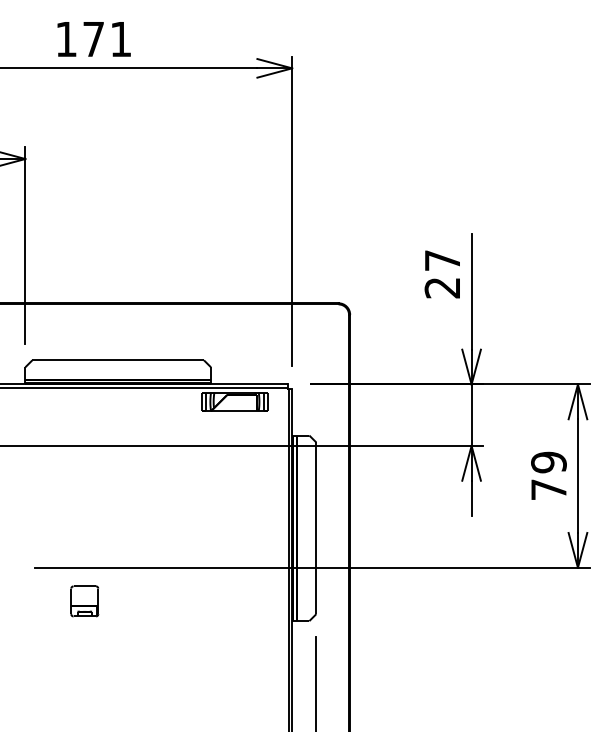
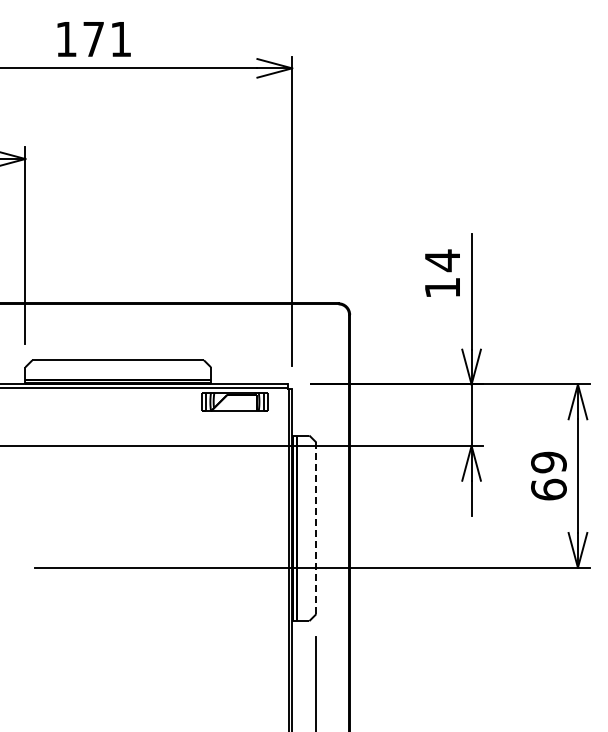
text at (441, 273): 27 -> 14
text at (548, 489): 79 -> 69
line at (316, 528): solid -> dashed
part at (84, 601): present -> none
